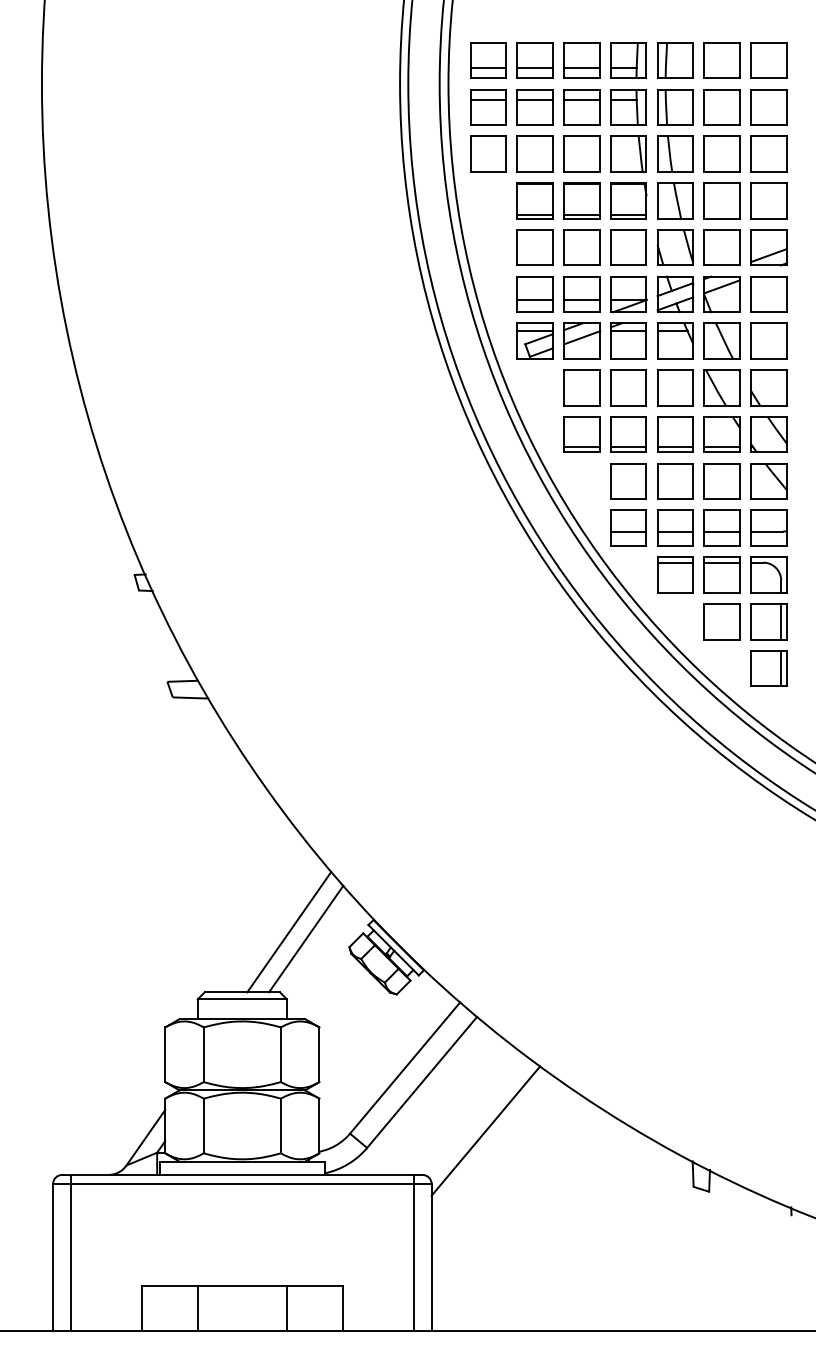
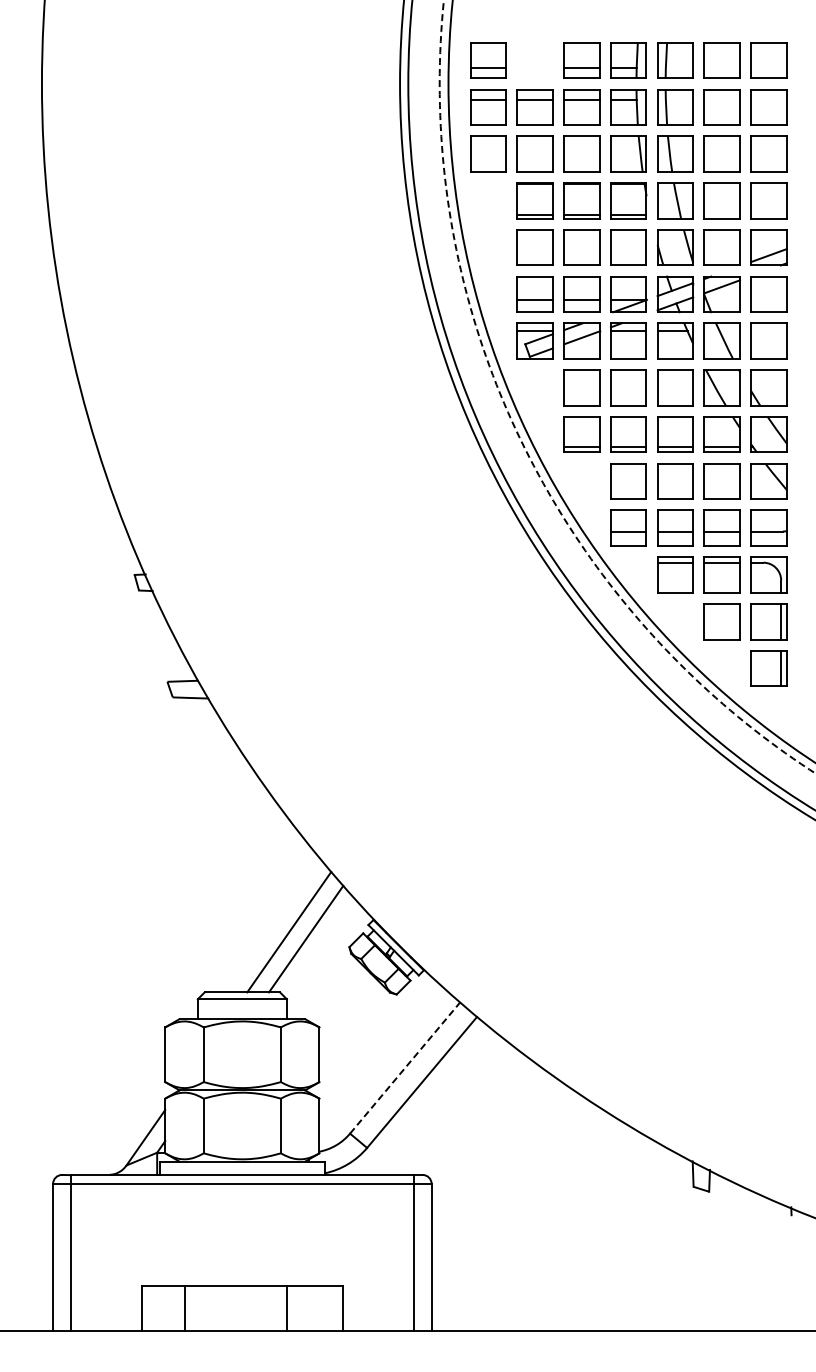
part at (534, 60): present -> none
circle at (627, 386): solid -> dashed
line at (405, 1068): solid -> dashed
line at (485, 1130): present -> none
line at (197, 1308) position: (197, 1308) -> (184, 1308)
